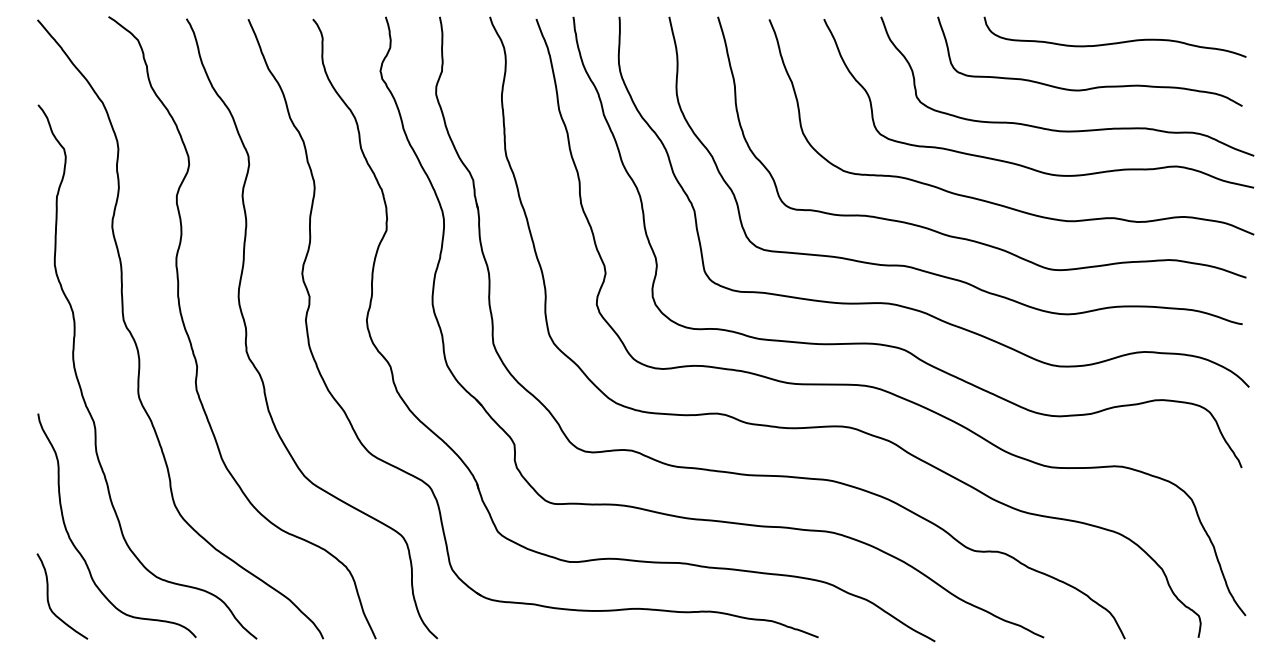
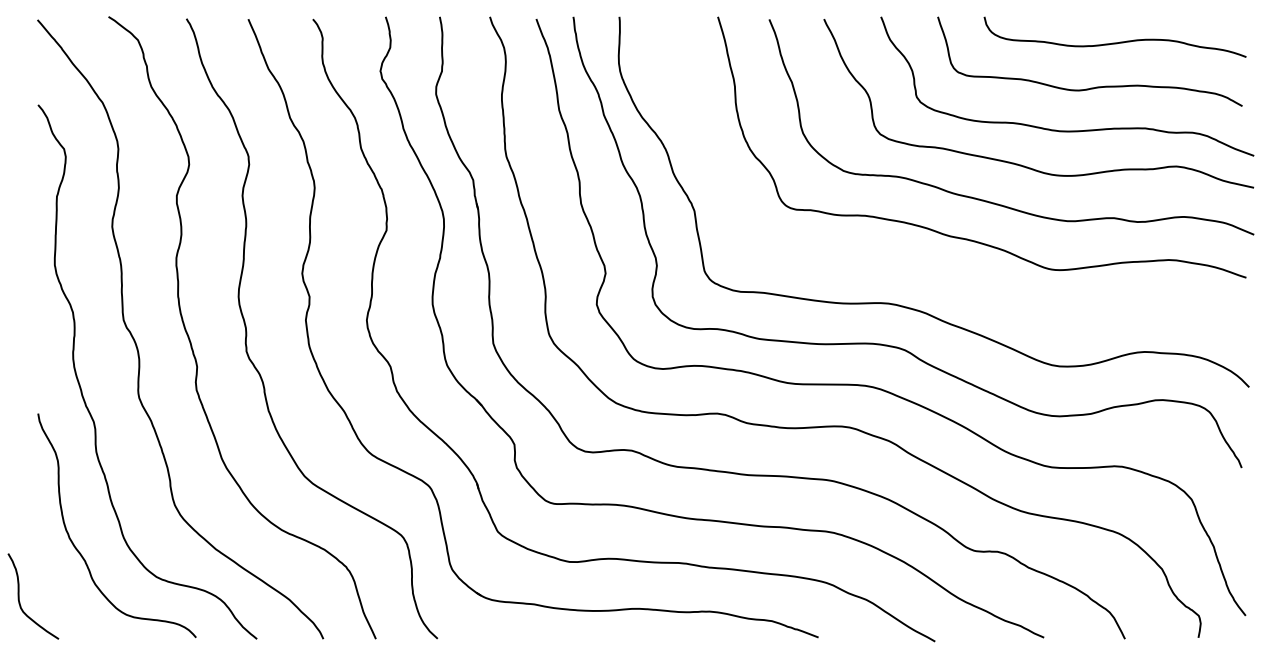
curve at (926, 270): present -> none
curve at (48, 596) position: (48, 596) -> (19, 596)
